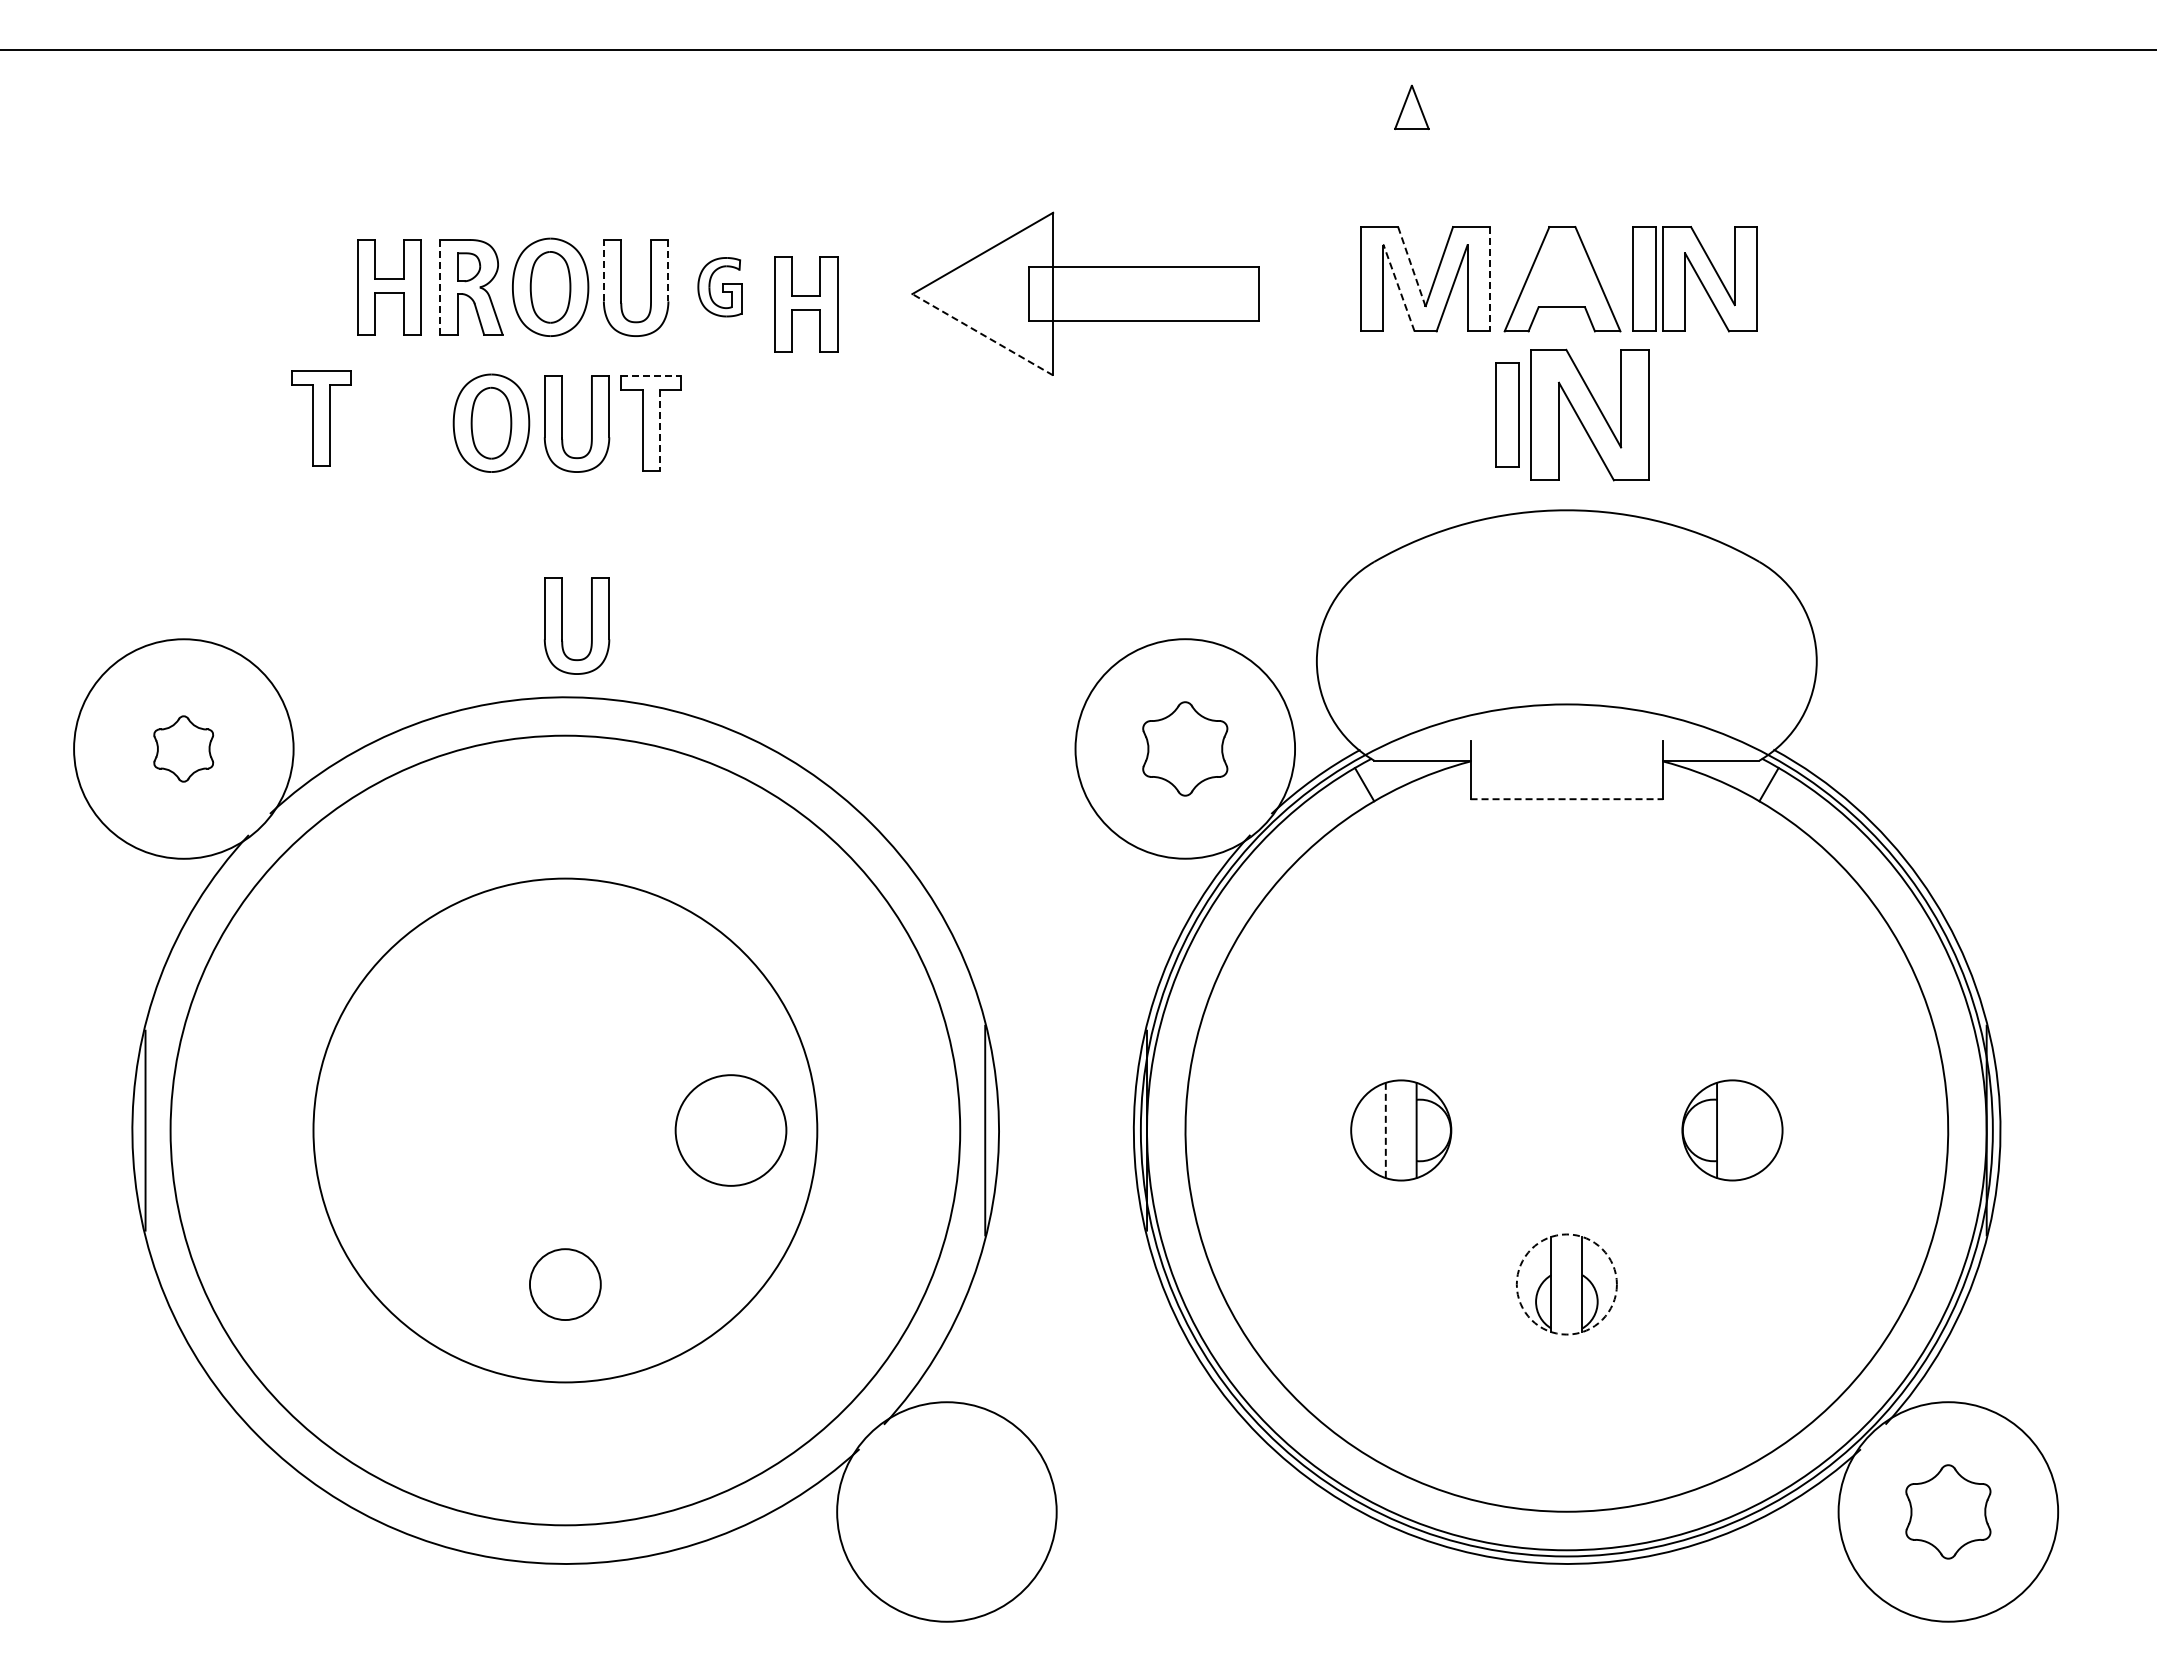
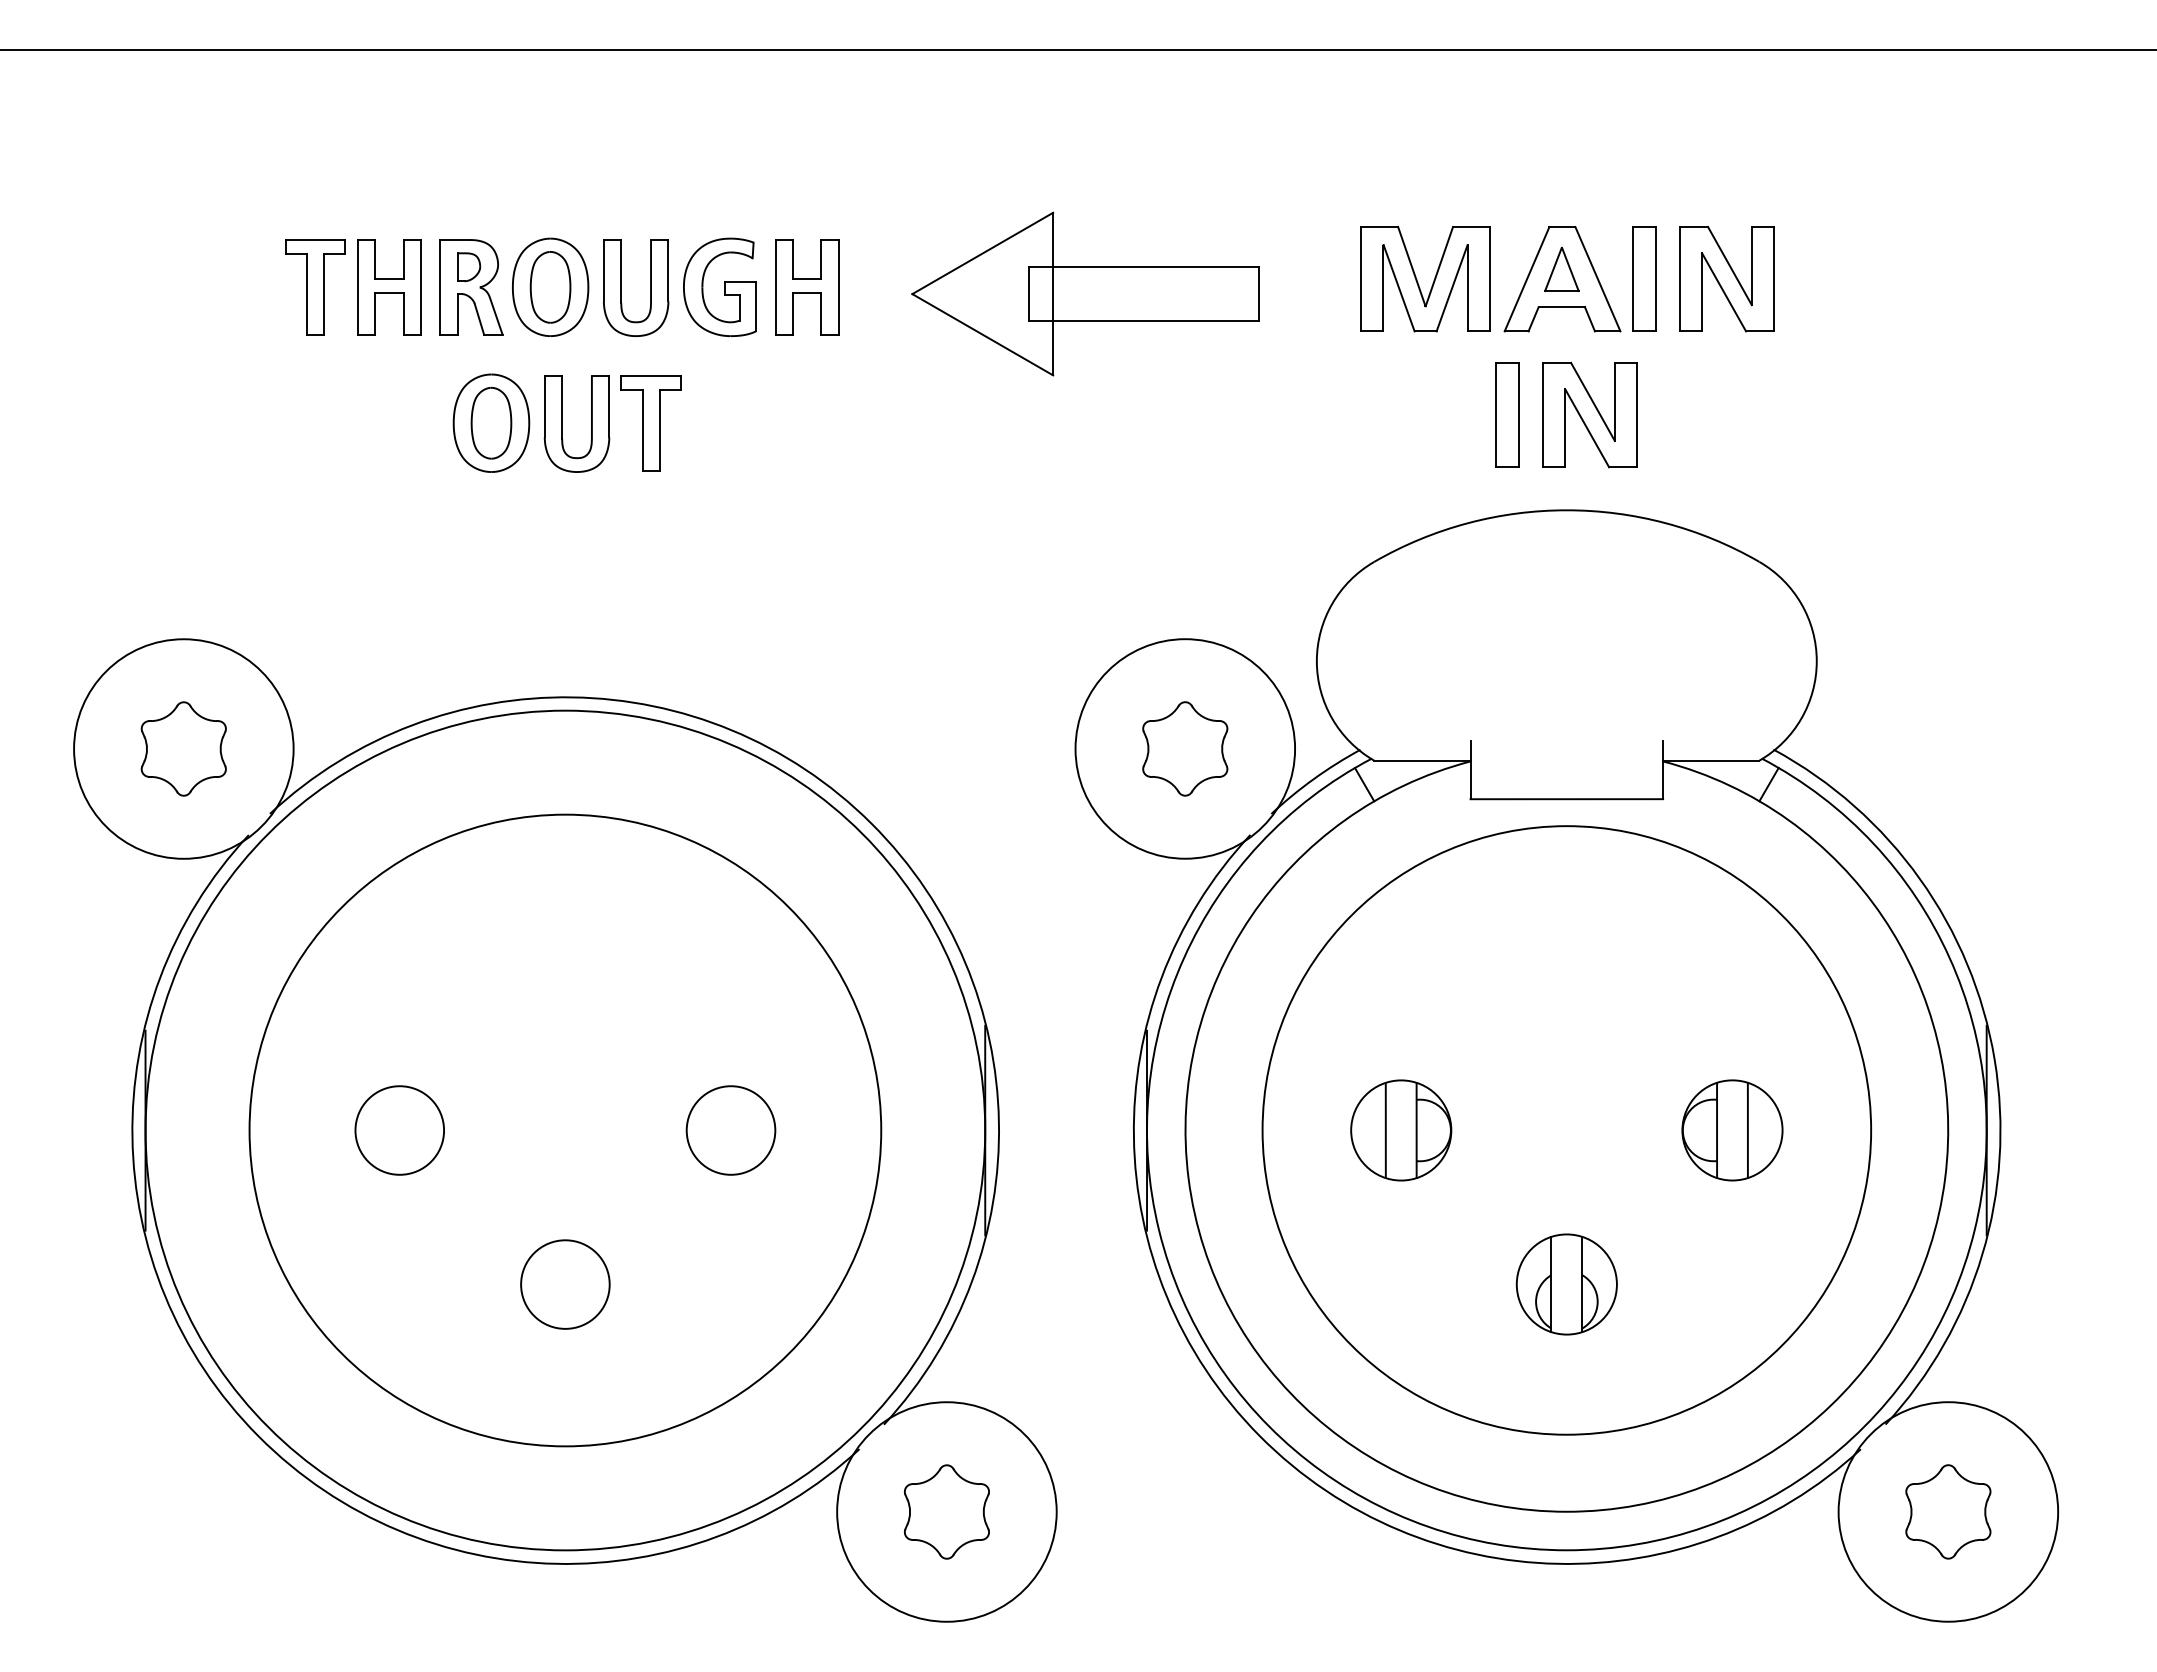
part at (1411, 106) position: (1411, 106) -> (1561, 268)
line at (1411, 266): dashed -> solid
line at (603, 270): dashed -> solid
line at (668, 270): dashed -> solid
line at (1489, 279): dashed -> solid
part at (1709, 279) position: (1709, 279) -> (1726, 279)
line at (440, 286): dashed -> solid
part at (719, 287) size: 46x61 px -> 74x100 px
line at (1399, 288): dashed -> solid
part at (806, 304) position: (806, 304) -> (807, 287)
line at (982, 334): dashed -> solid
line at (651, 375): dashed -> solid
part at (1589, 414) size: 120x134 px -> 96x108 px
part at (321, 418) position: (321, 418) -> (315, 287)
line at (660, 430): dashed -> solid
part at (562, 625): present -> none
part at (183, 748) size: 62x68 px -> 87x96 px
line at (1567, 799): dashed -> solid
line at (1385, 1129): dashed -> solid
circle at (399, 1130): none -> present
circle at (565, 1130) diameter: 504 px -> 840 px
circle at (565, 1130) diameter: 790 px -> 632 px
circle at (730, 1130) diameter: 111 px -> 89 px
circle at (1566, 1130) diameter: 852 px -> 609 px
line at (1747, 1130): none -> present
circle at (564, 1284) diameter: 71 px -> 89 px
circle at (1566, 1284): dashed -> solid
part at (946, 1511): none -> present
